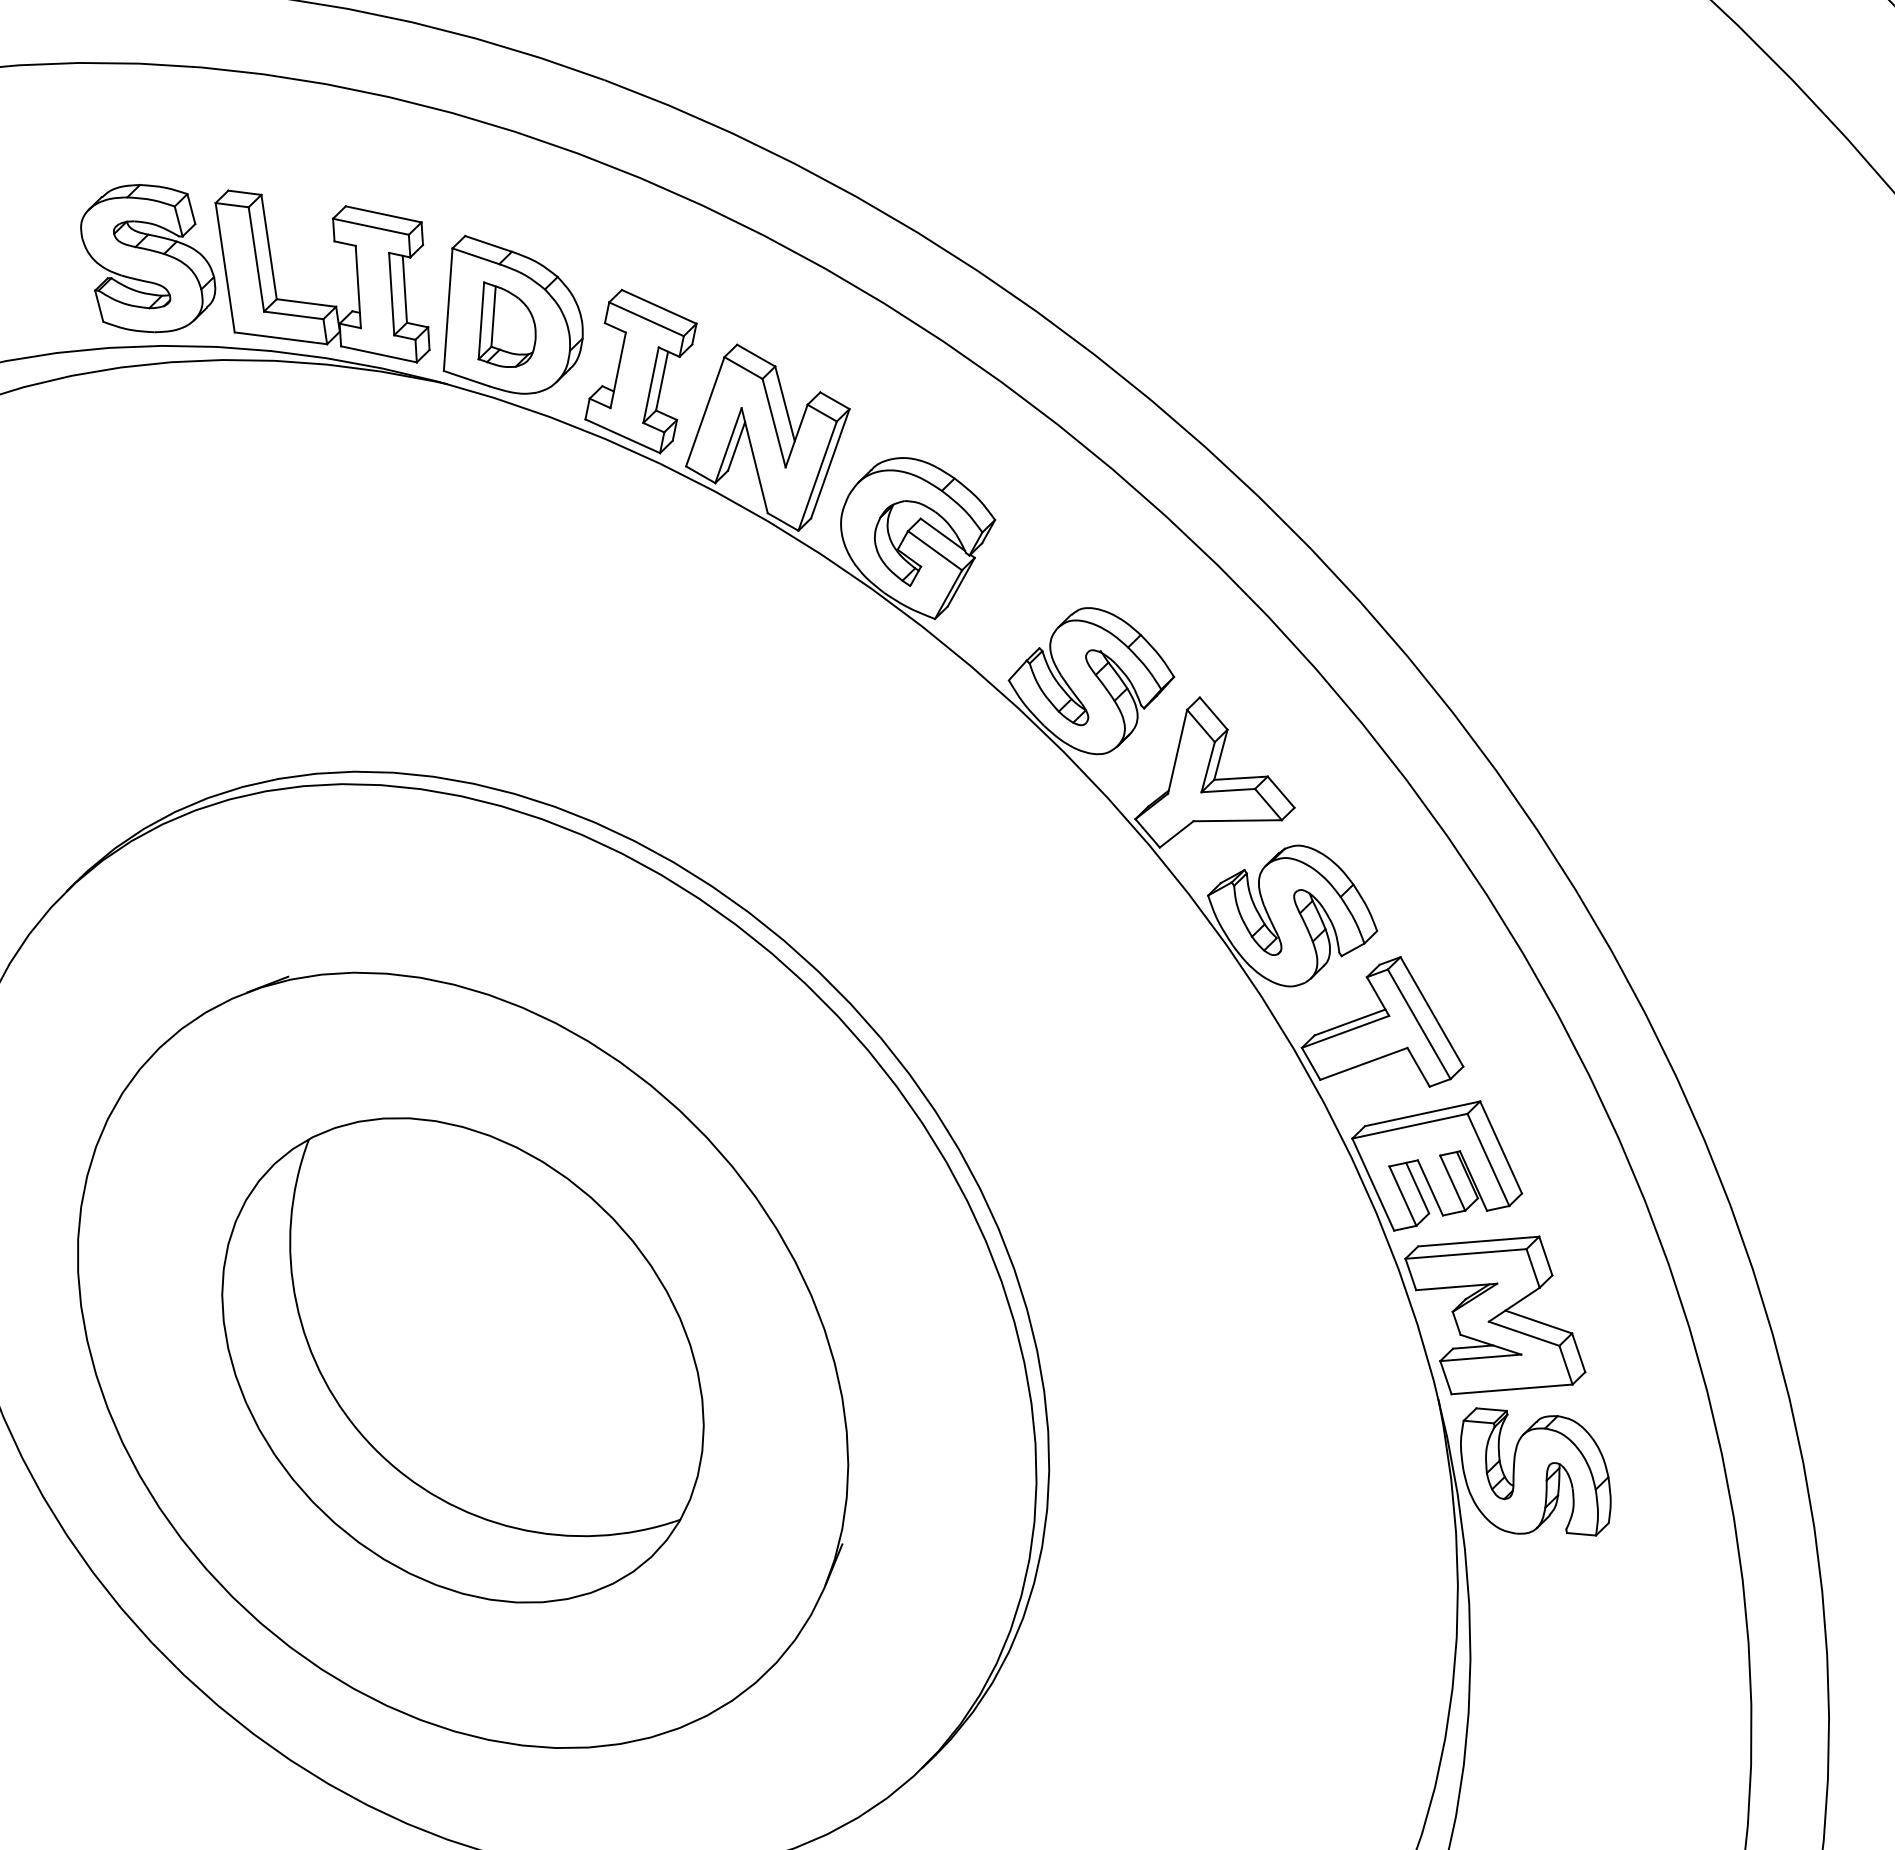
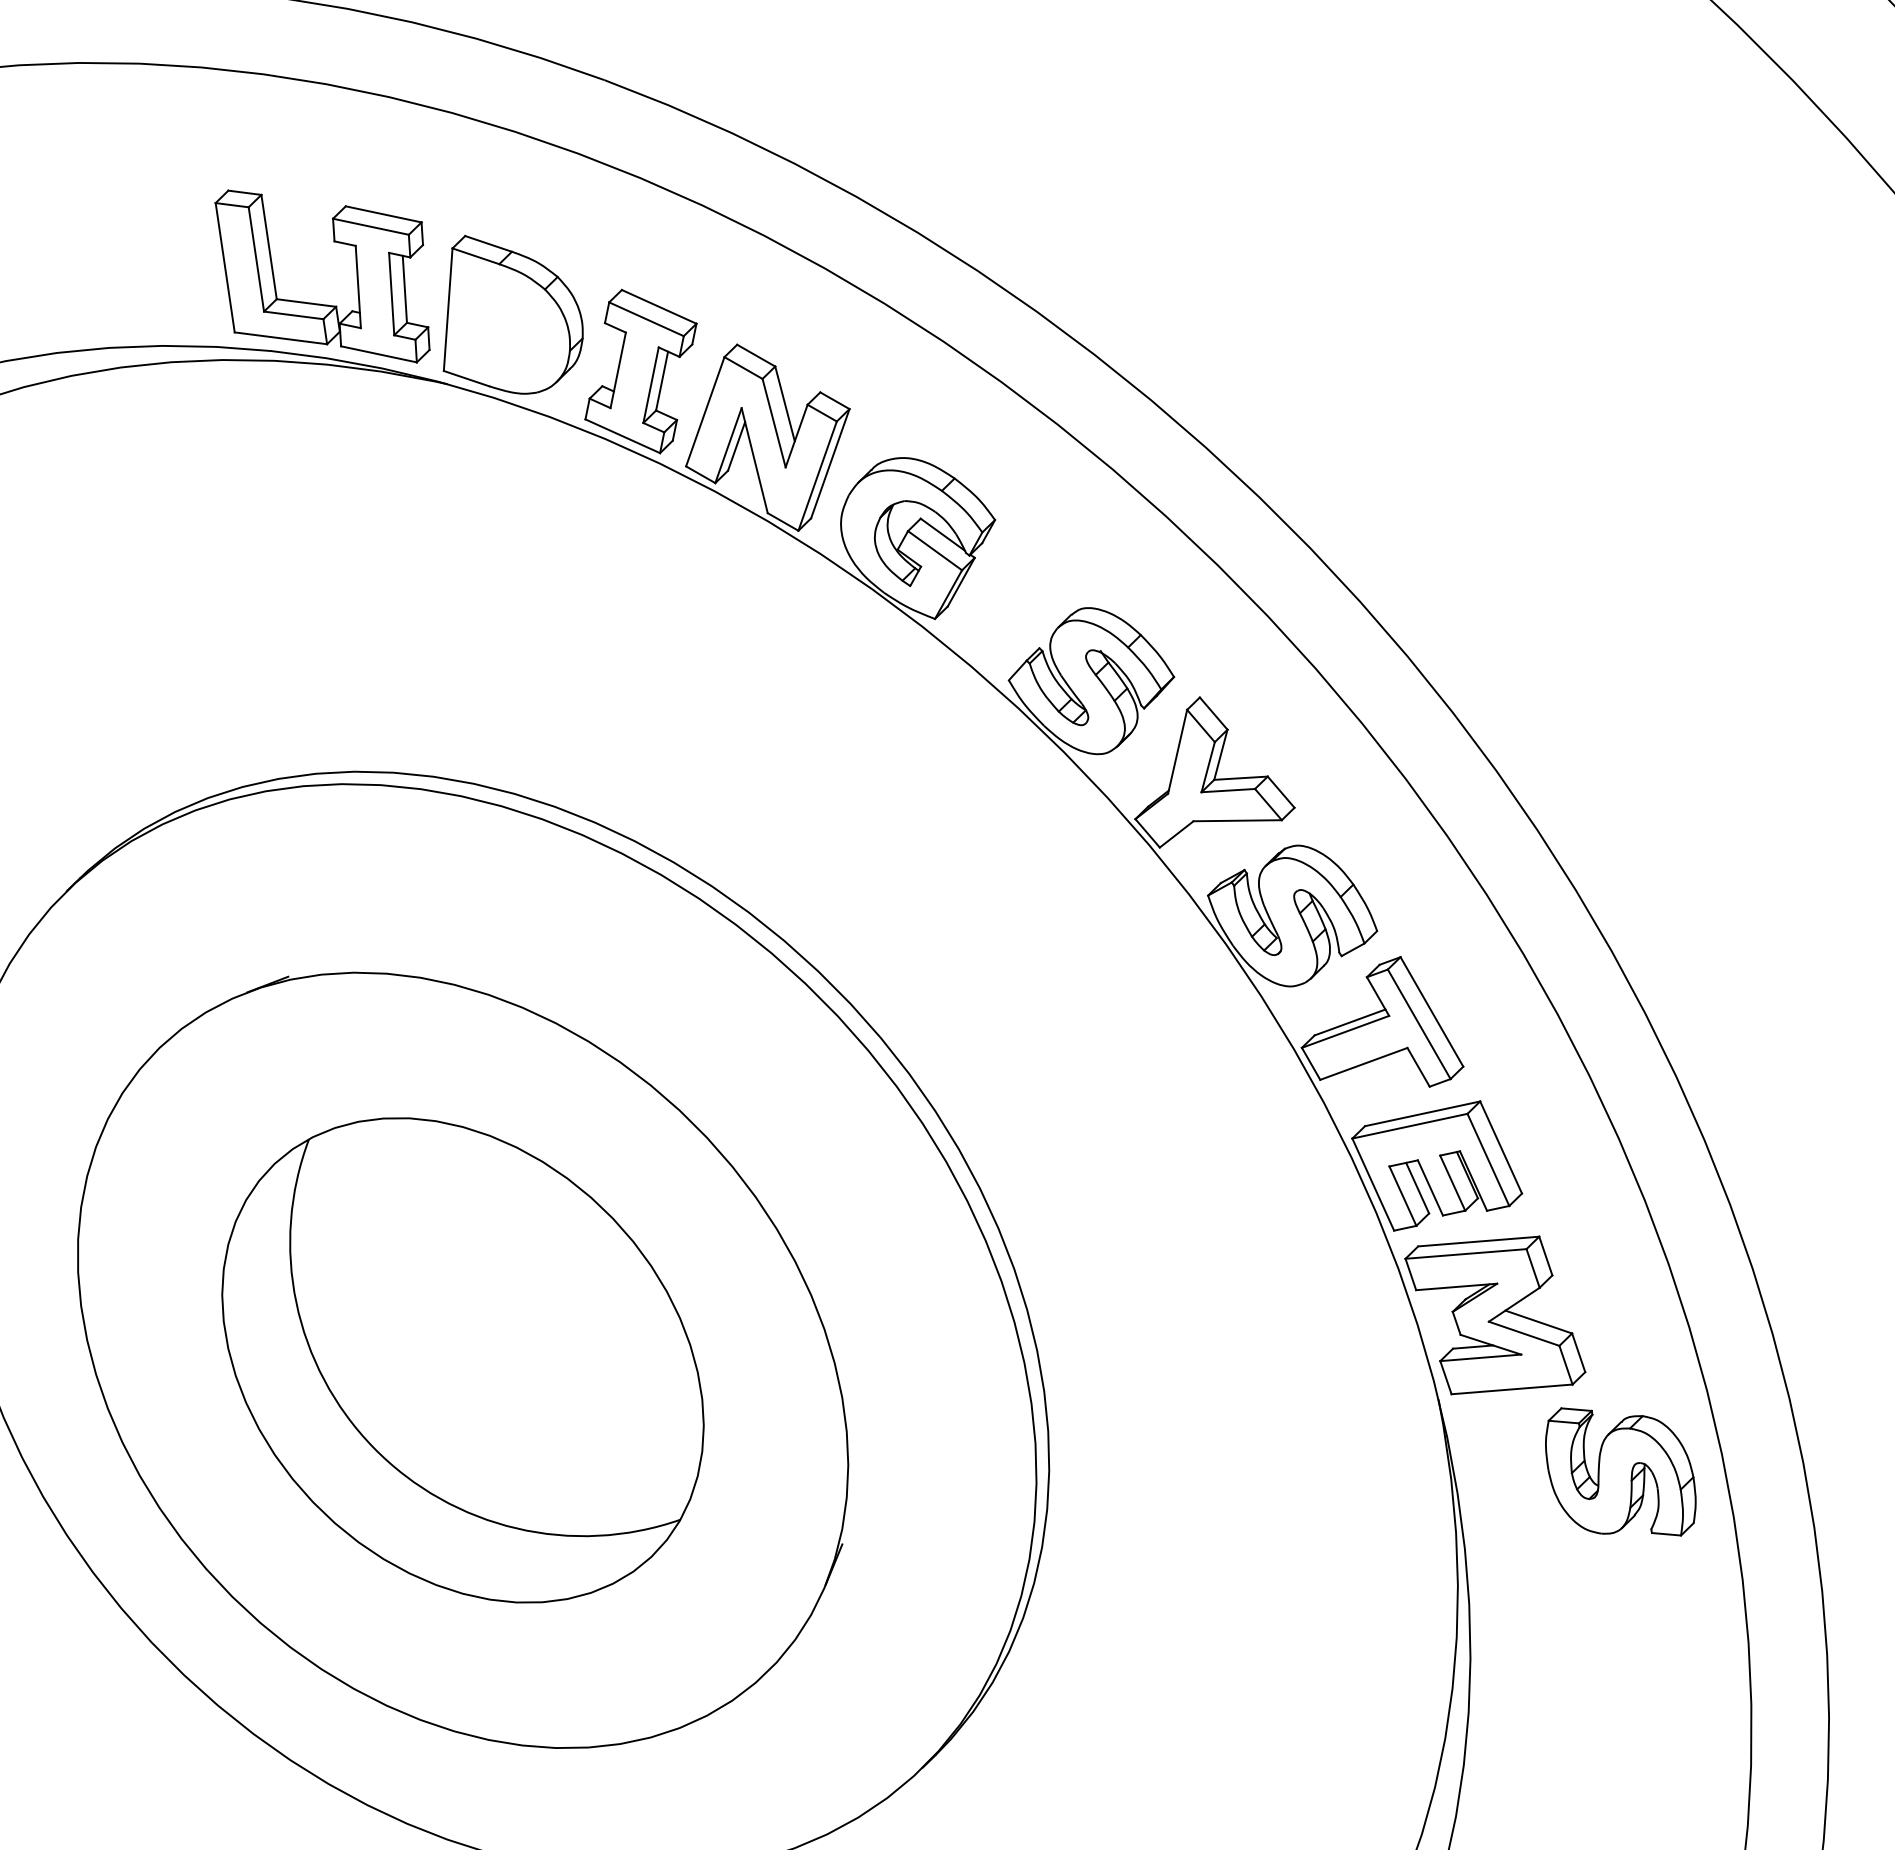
part at (148, 258): present -> none
part at (506, 324): present -> none
part at (1535, 1471) position: (1535, 1471) -> (1620, 1471)
